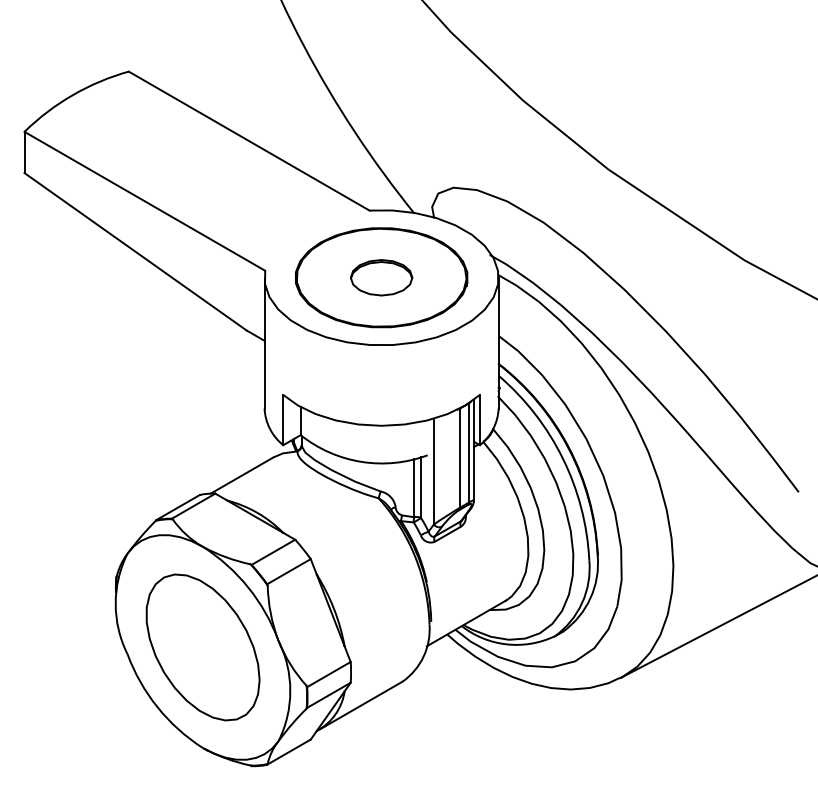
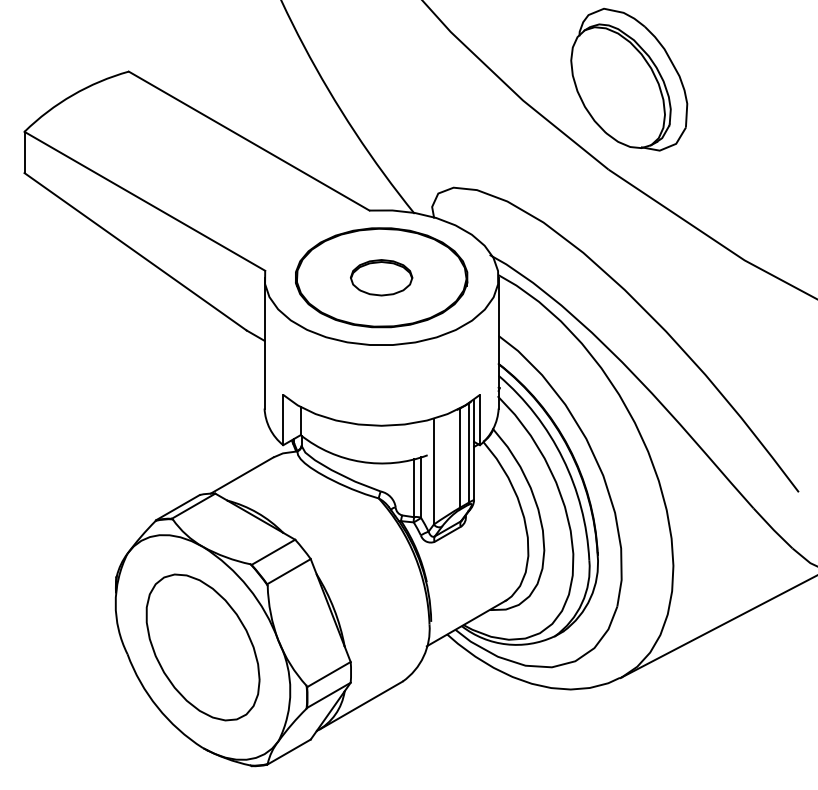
part at (629, 79): none -> present
